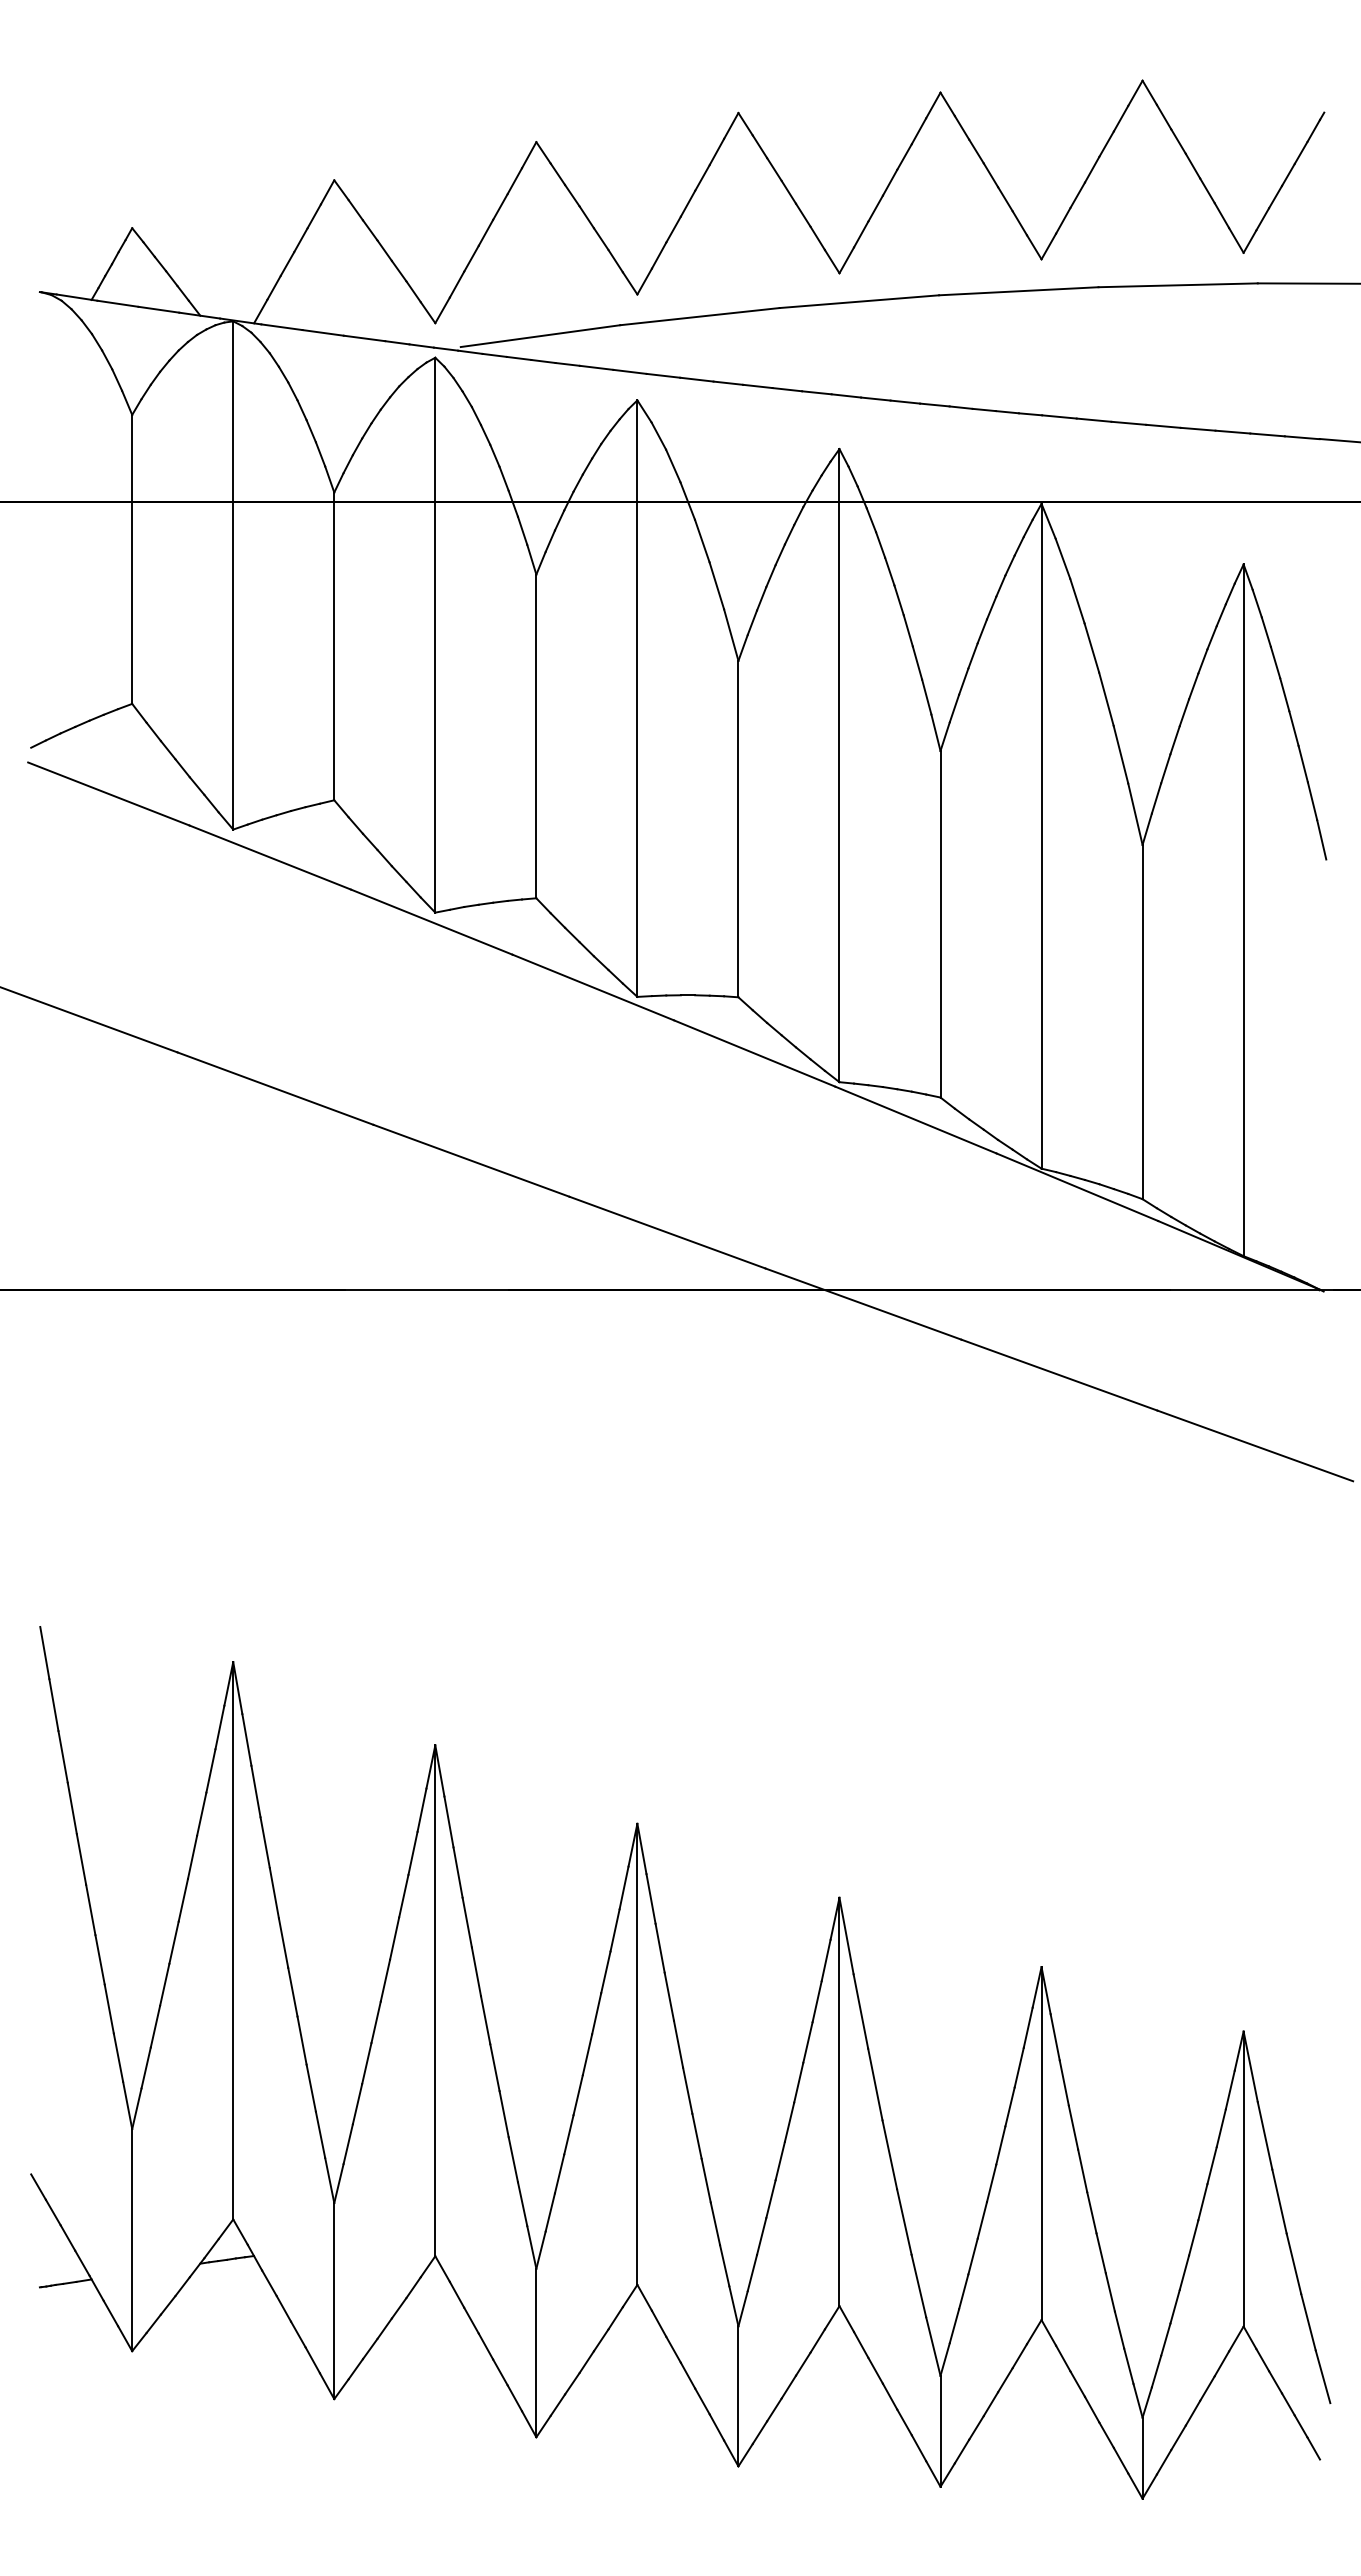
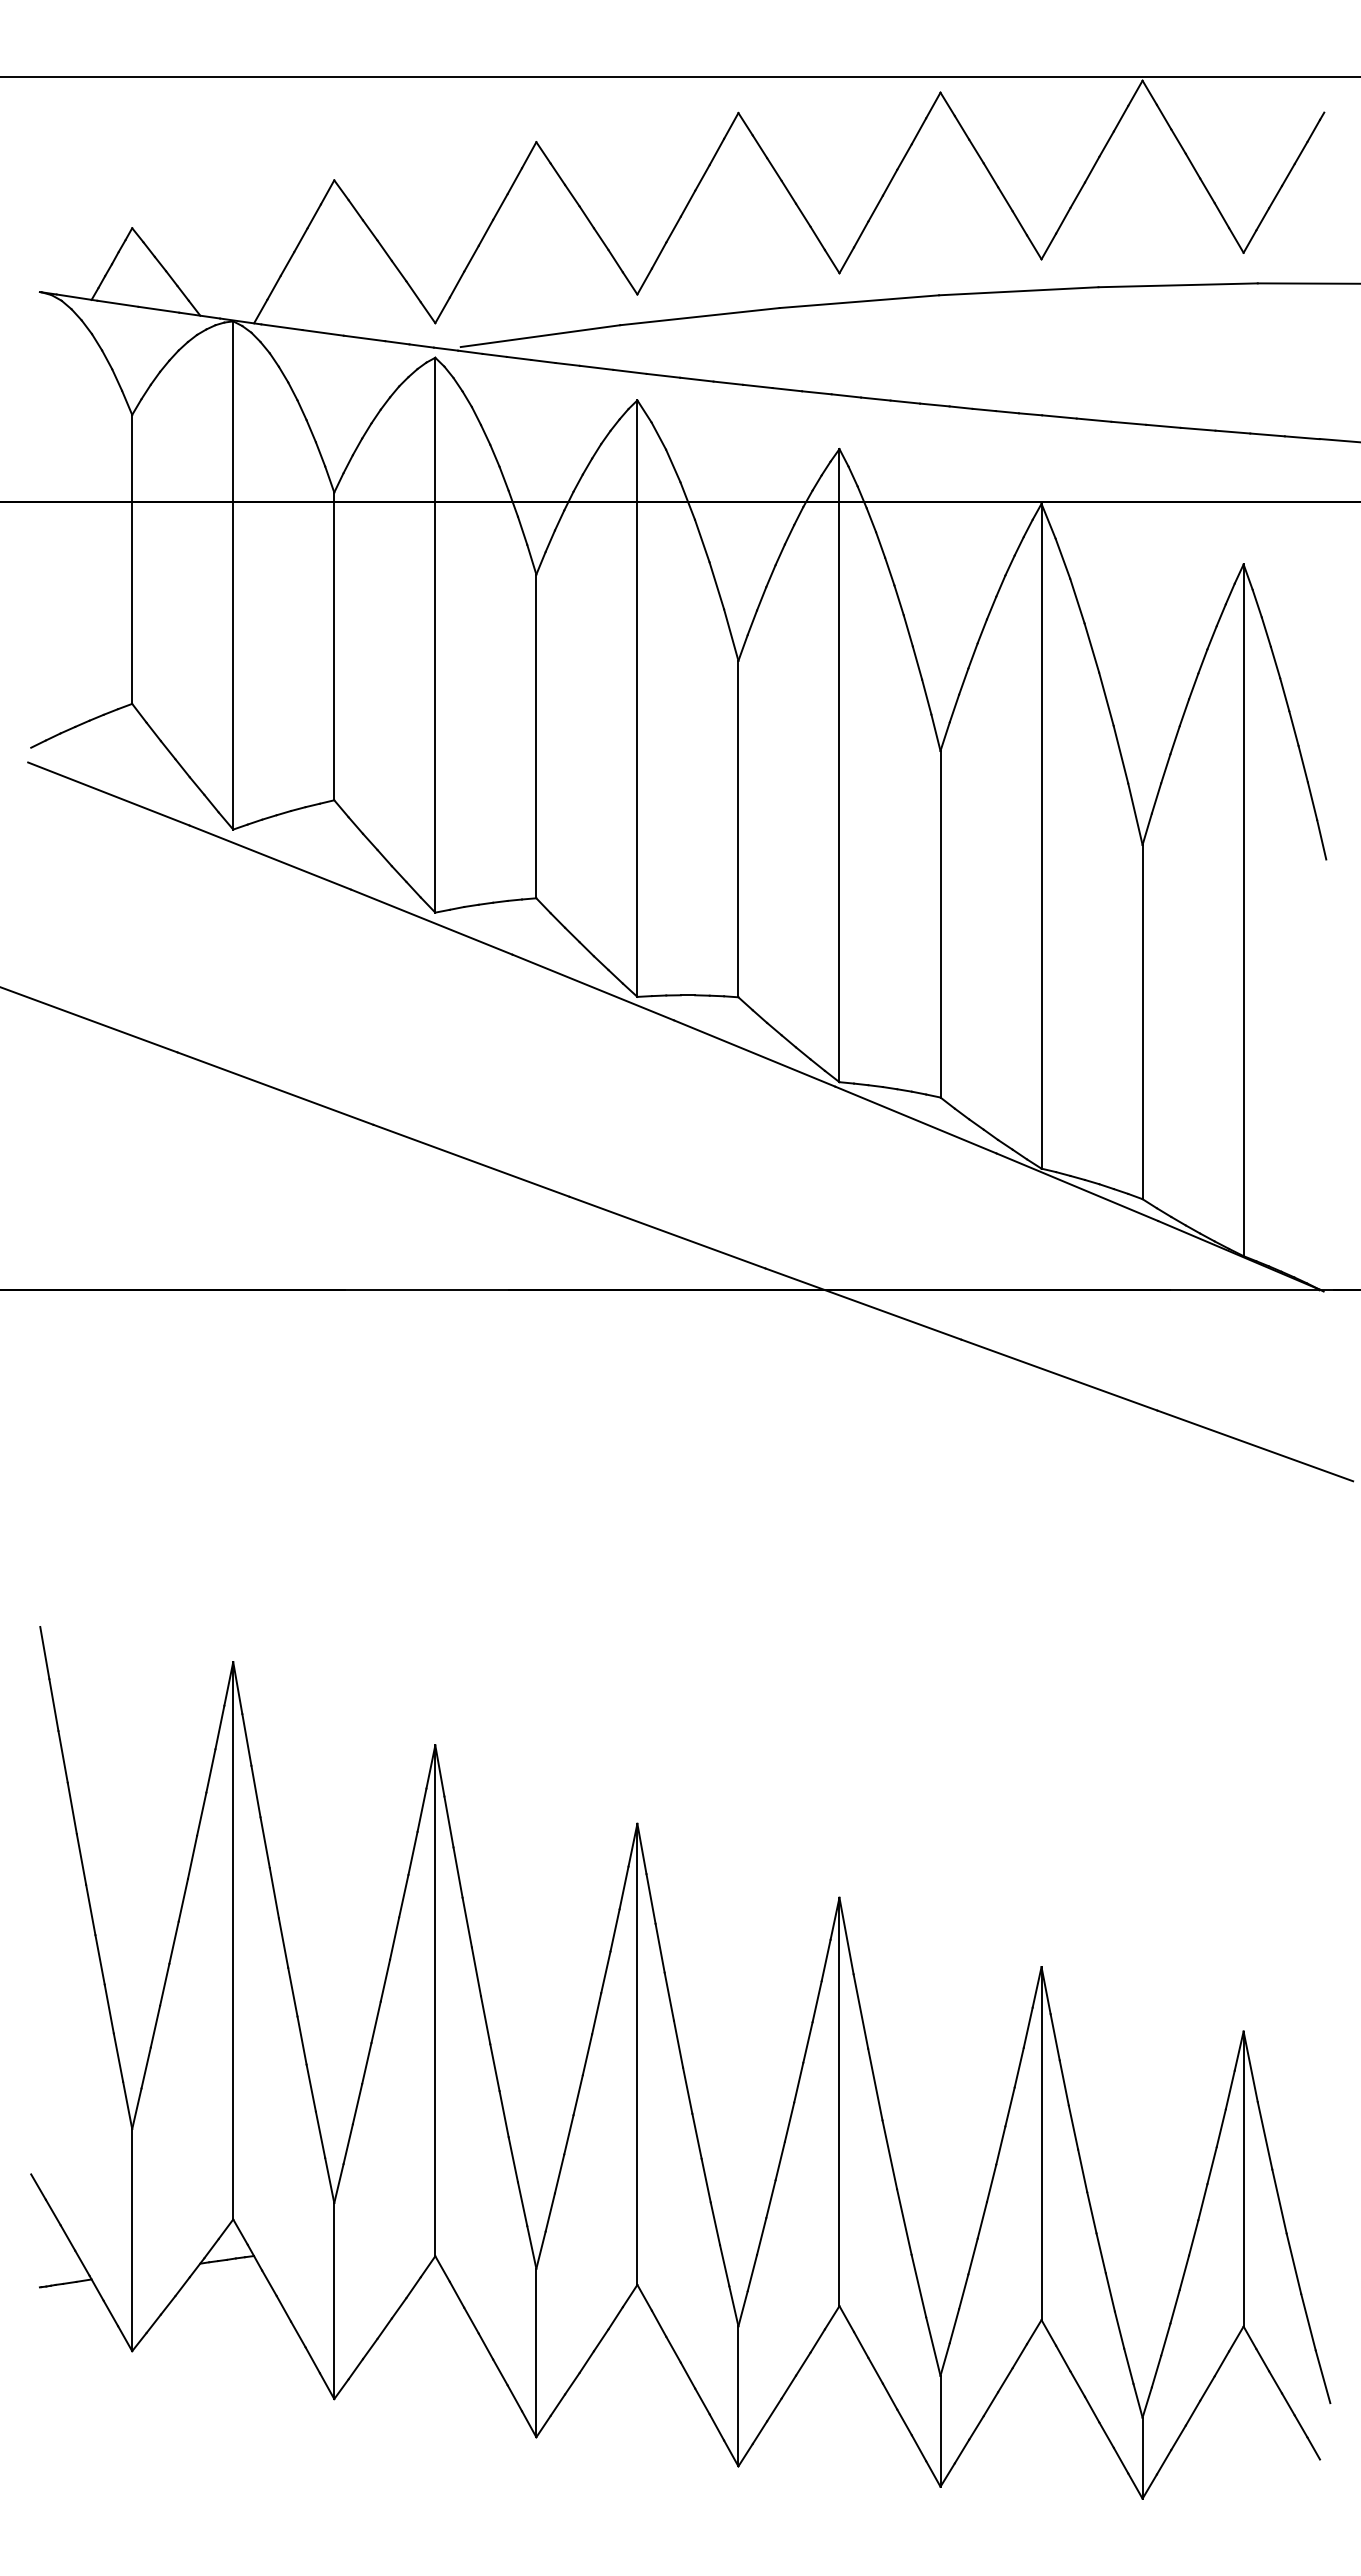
line at (679, 77): none -> present
